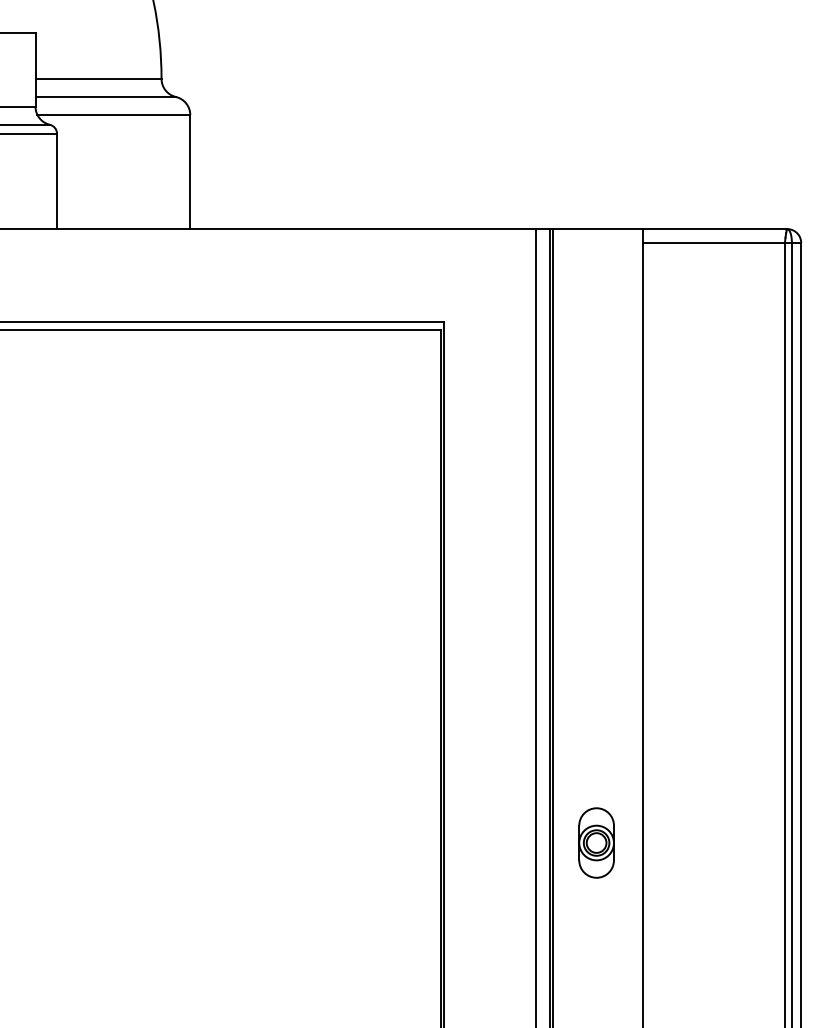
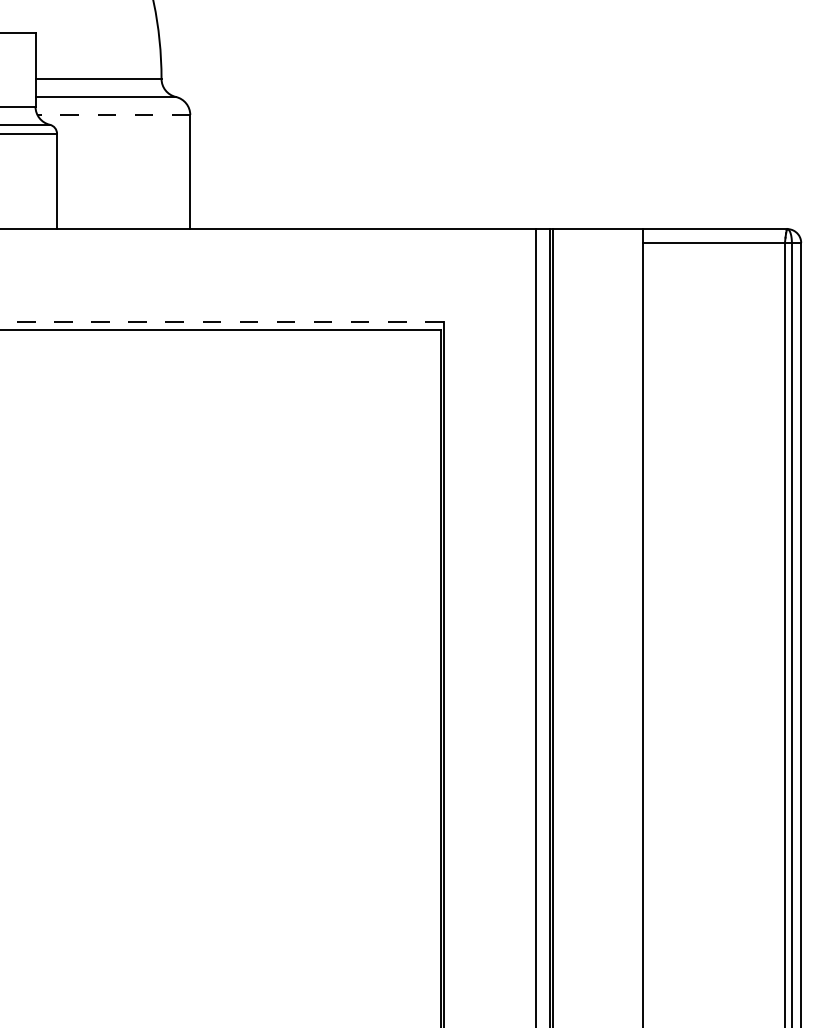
line at (113, 115): solid -> dashed
line at (221, 321): solid -> dashed
part at (596, 842): present -> none
